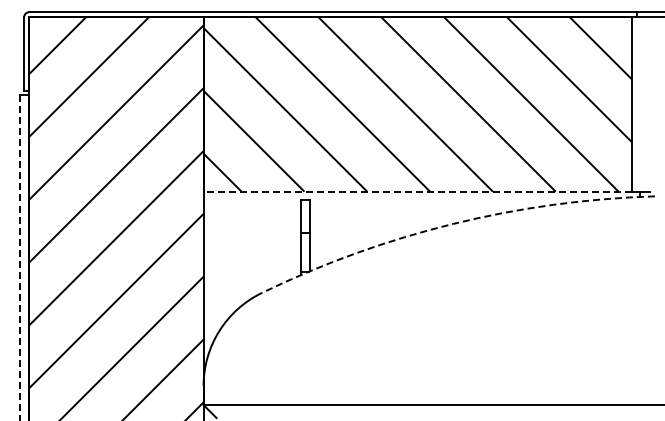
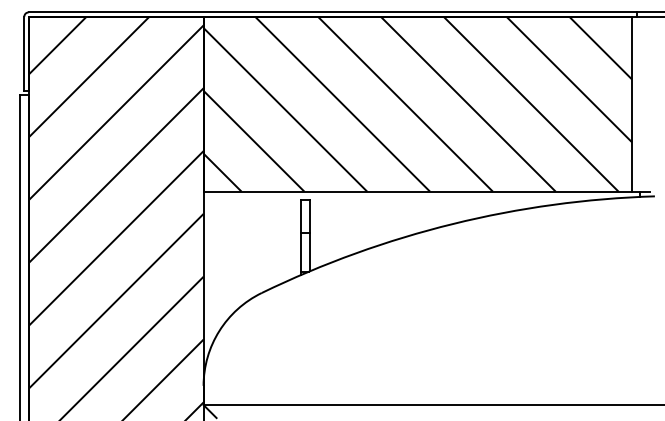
line at (417, 191): dashed -> solid
arc at (453, 223): dashed -> solid
line at (19, 258): dashed -> solid
